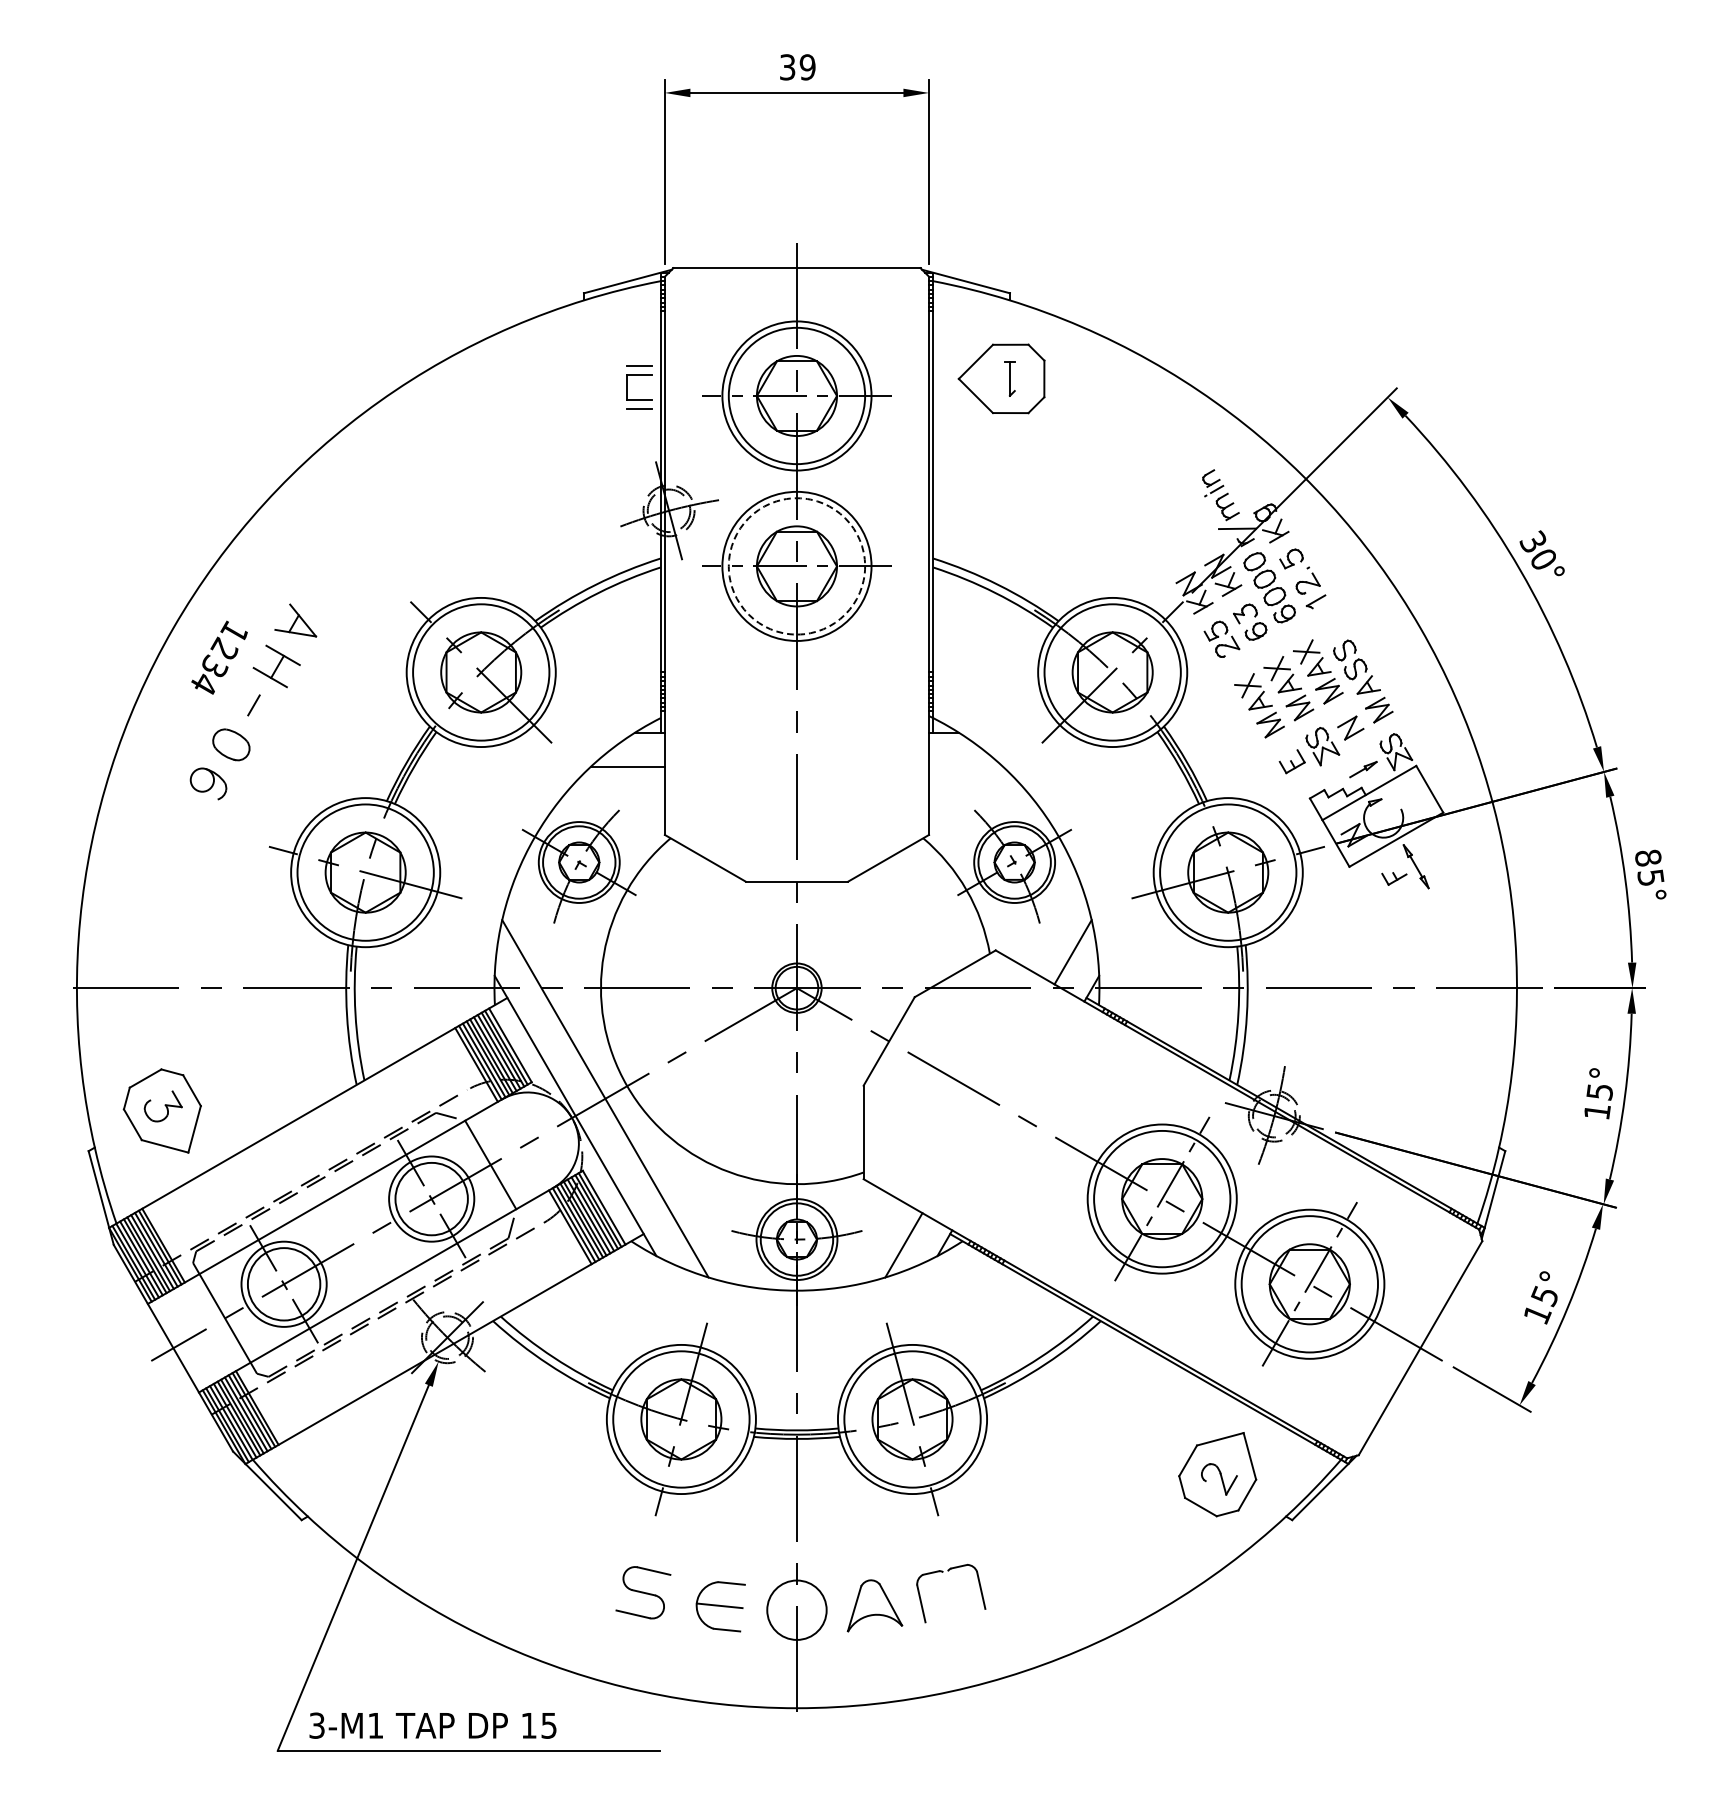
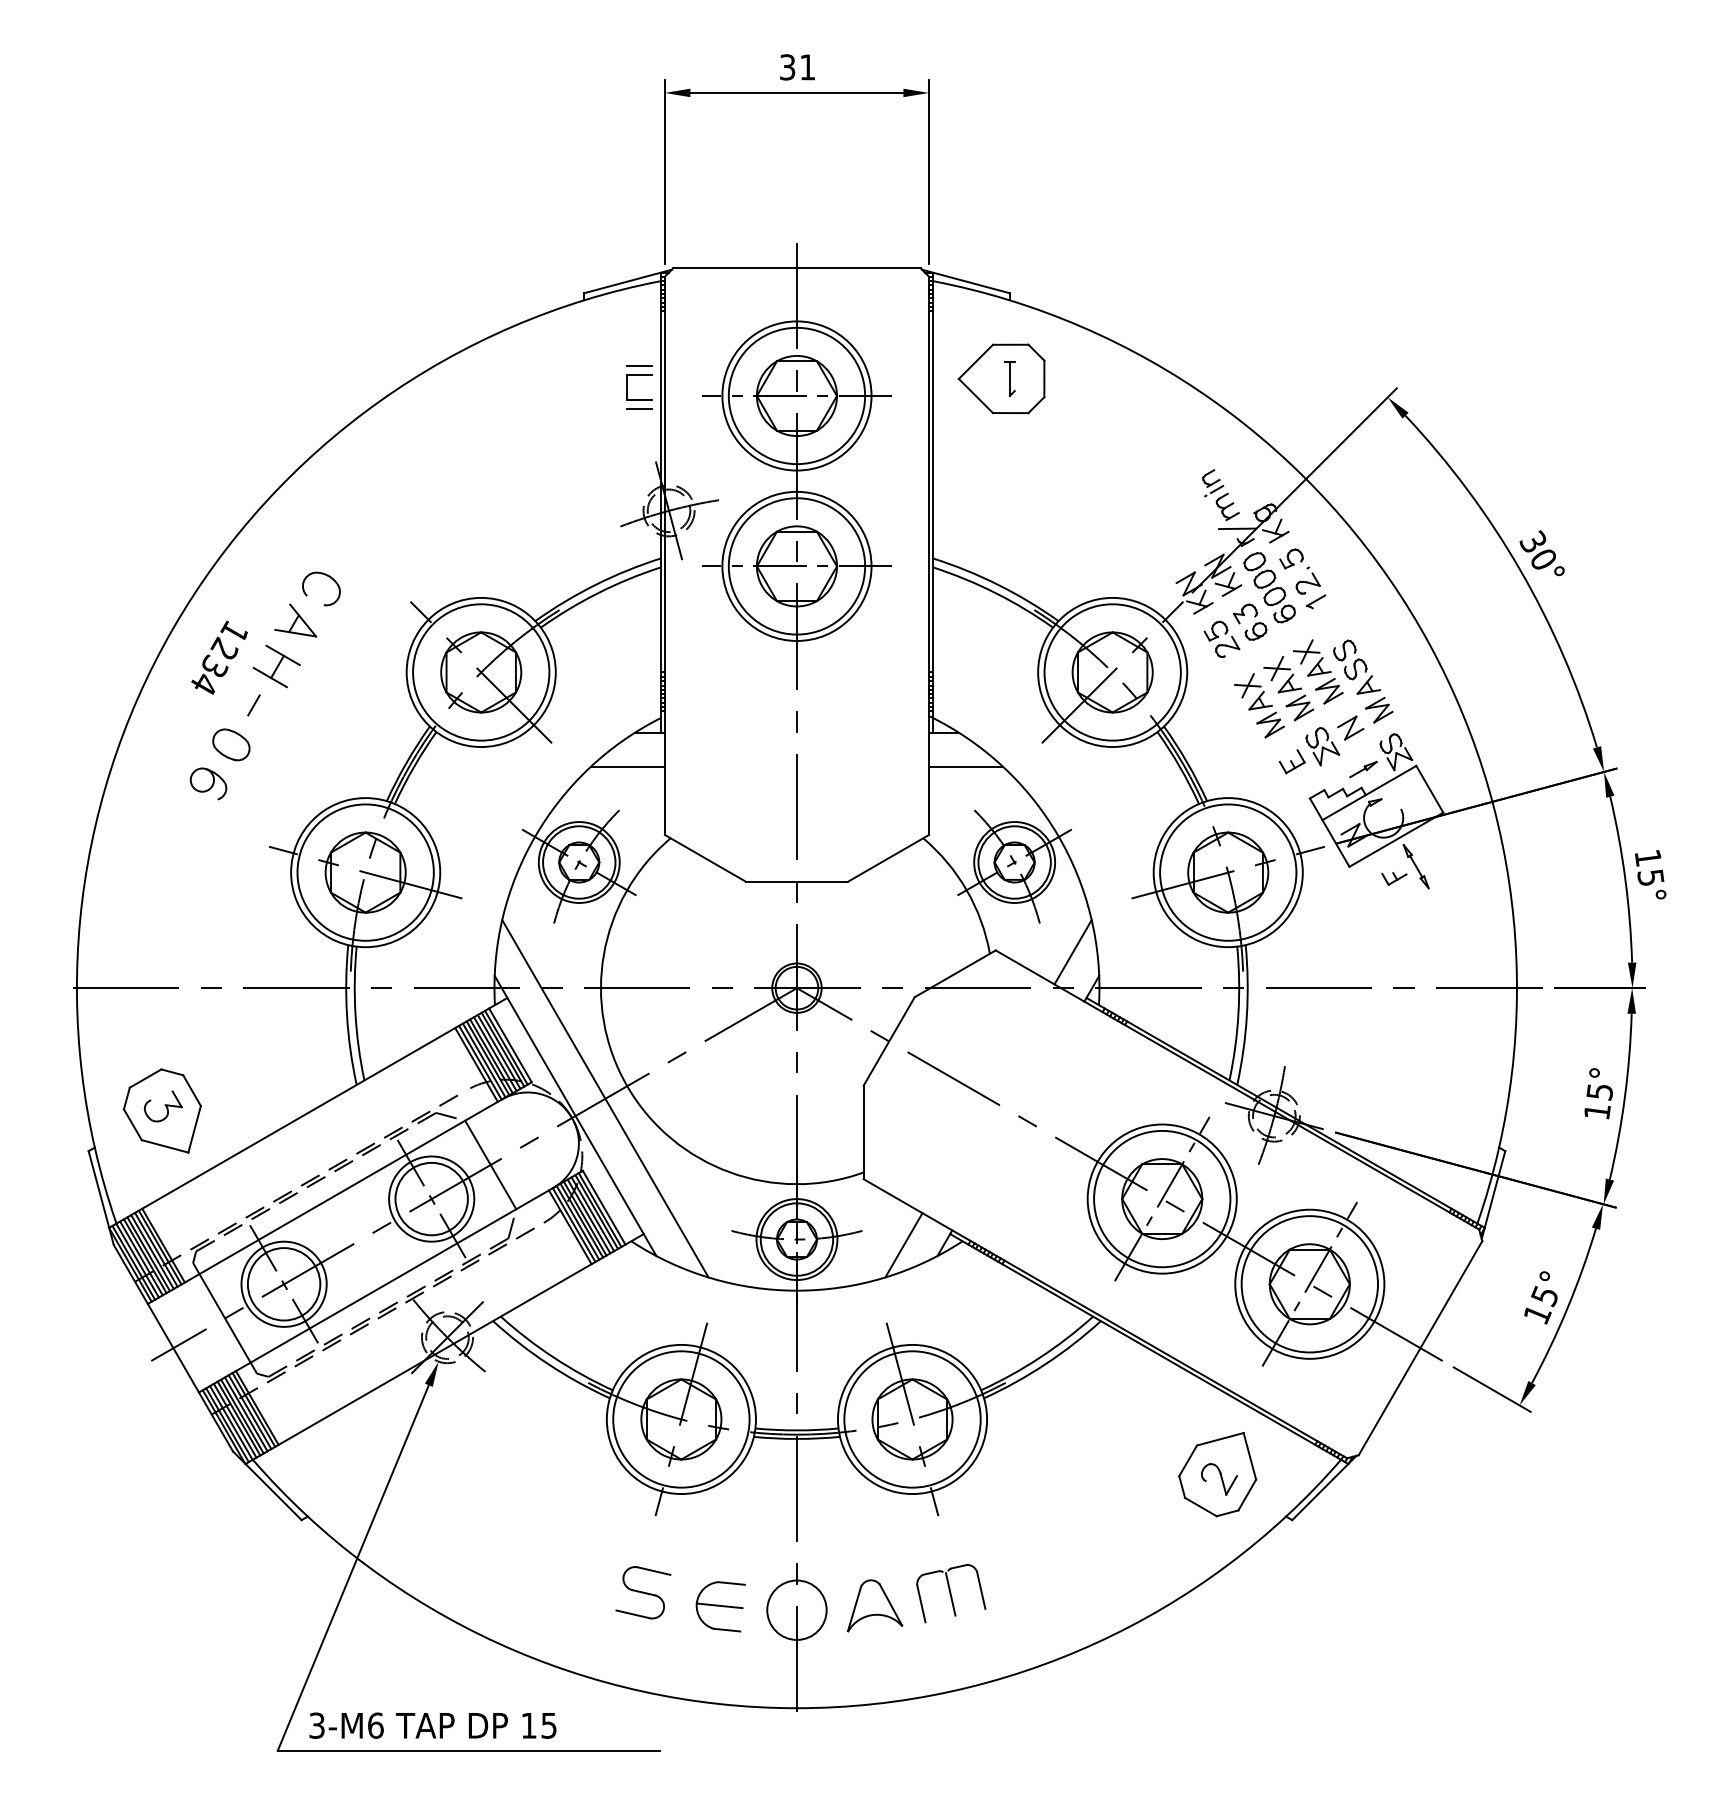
text at (807, 67): 39 -> 31
circle at (796, 566): dashed -> solid
part at (324, 575): none -> present
line at (966, 767): none -> present
text at (1648, 857): 85° -> 15°
line at (950, 1594): none -> present
text at (375, 1725): 3-M1 -> 3-M6
